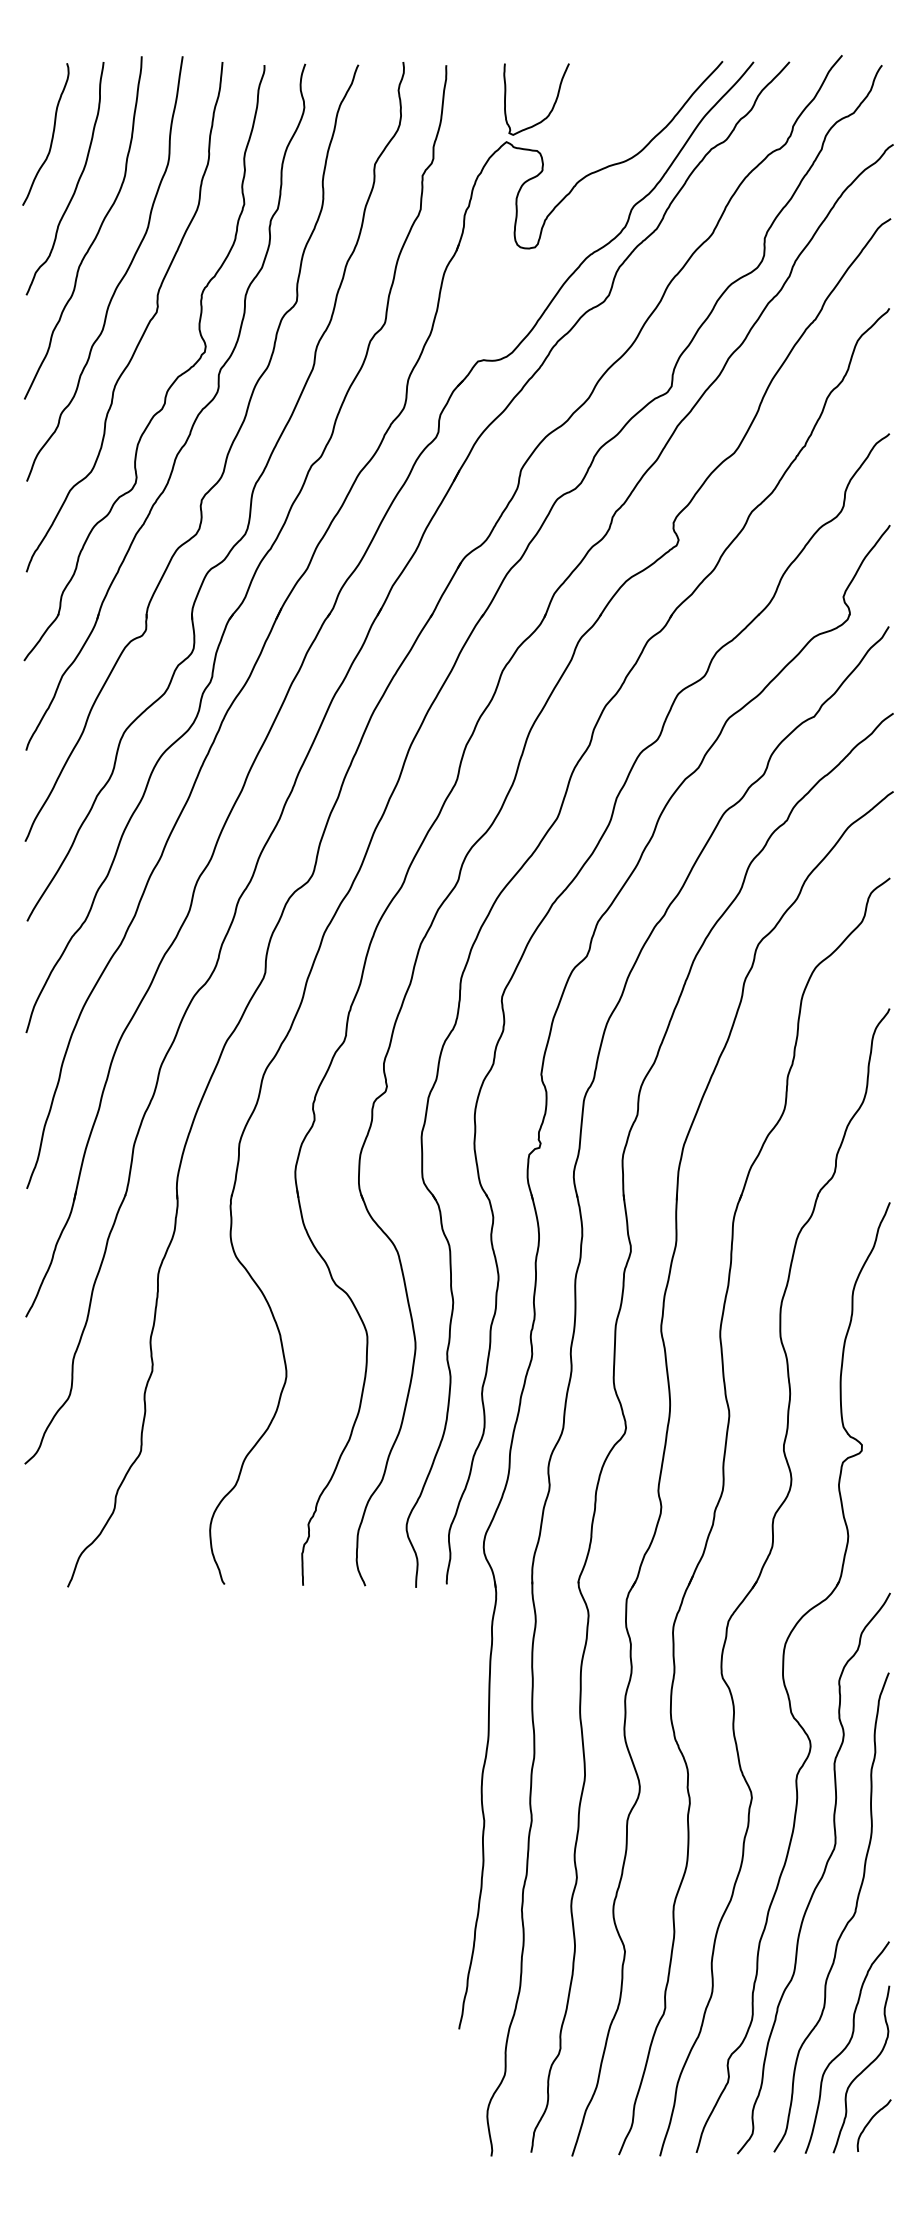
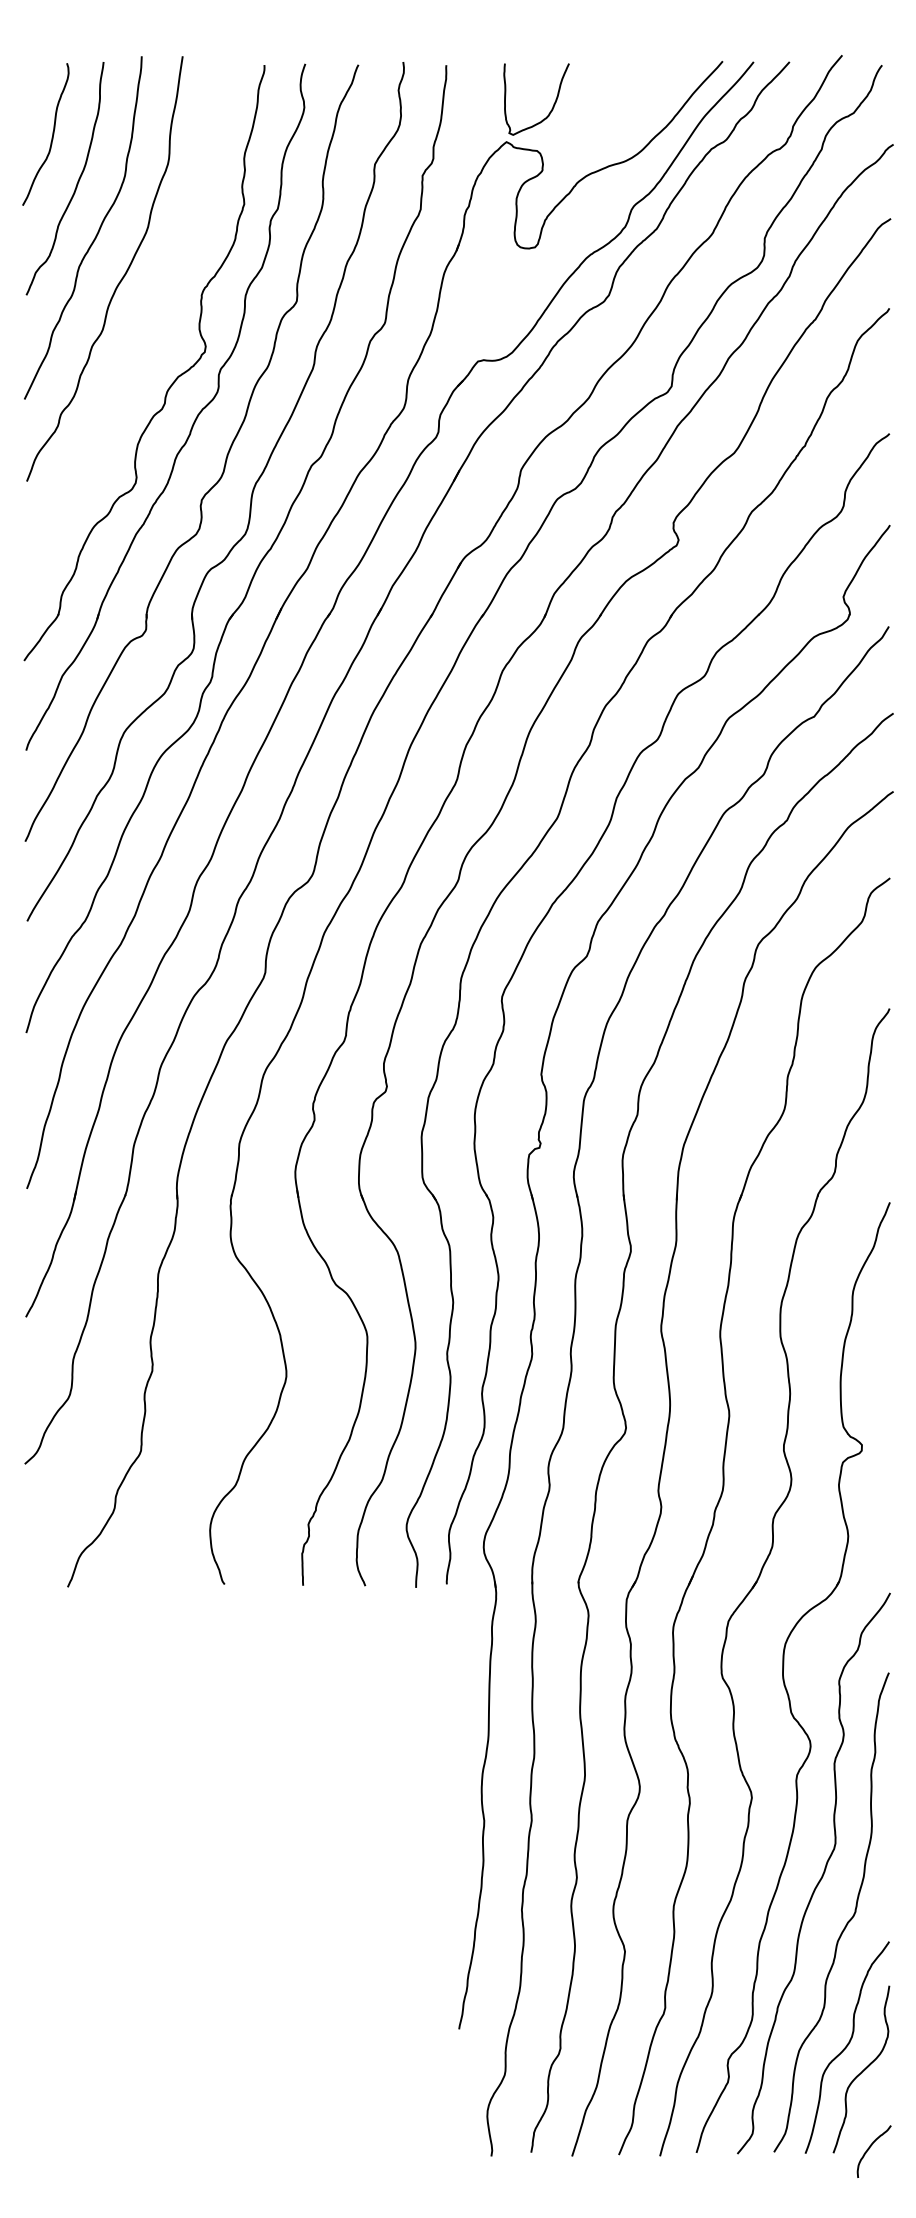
curve at (145, 327): present -> none
curve at (869, 2123) position: (869, 2123) -> (869, 2149)
